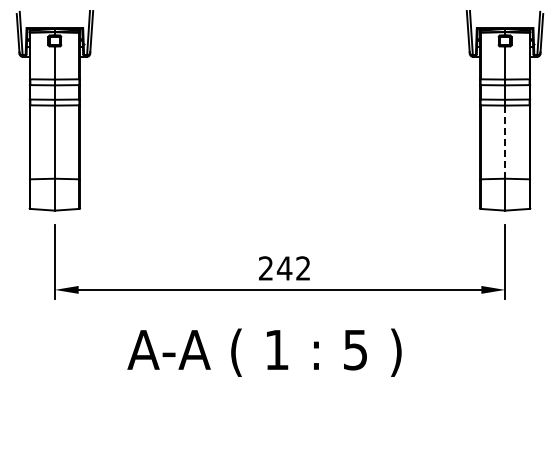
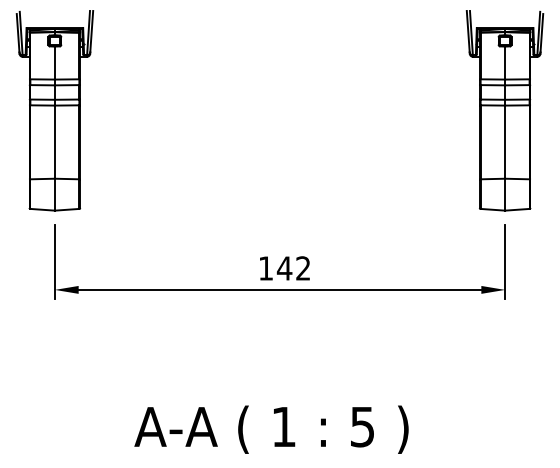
line at (505, 142): dashed -> solid
text at (265, 268): 242 -> 142
text at (264, 352) position: (264, 352) -> (271, 429)
